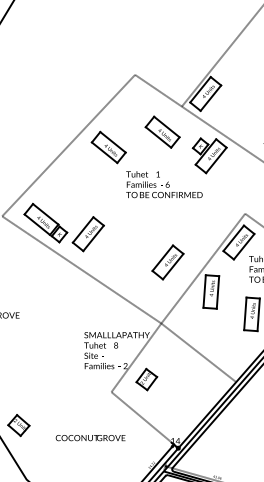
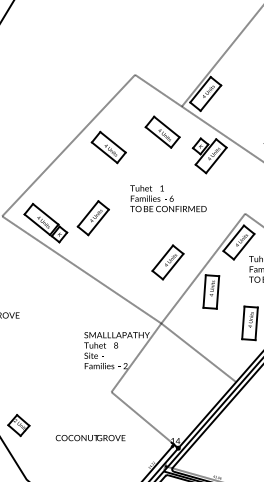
text at (164, 184) position: (164, 184) -> (168, 198)
part at (87, 234) position: (87, 234) -> (92, 218)
part at (251, 314) position: (251, 314) -> (249, 323)
part at (146, 379): present -> none
